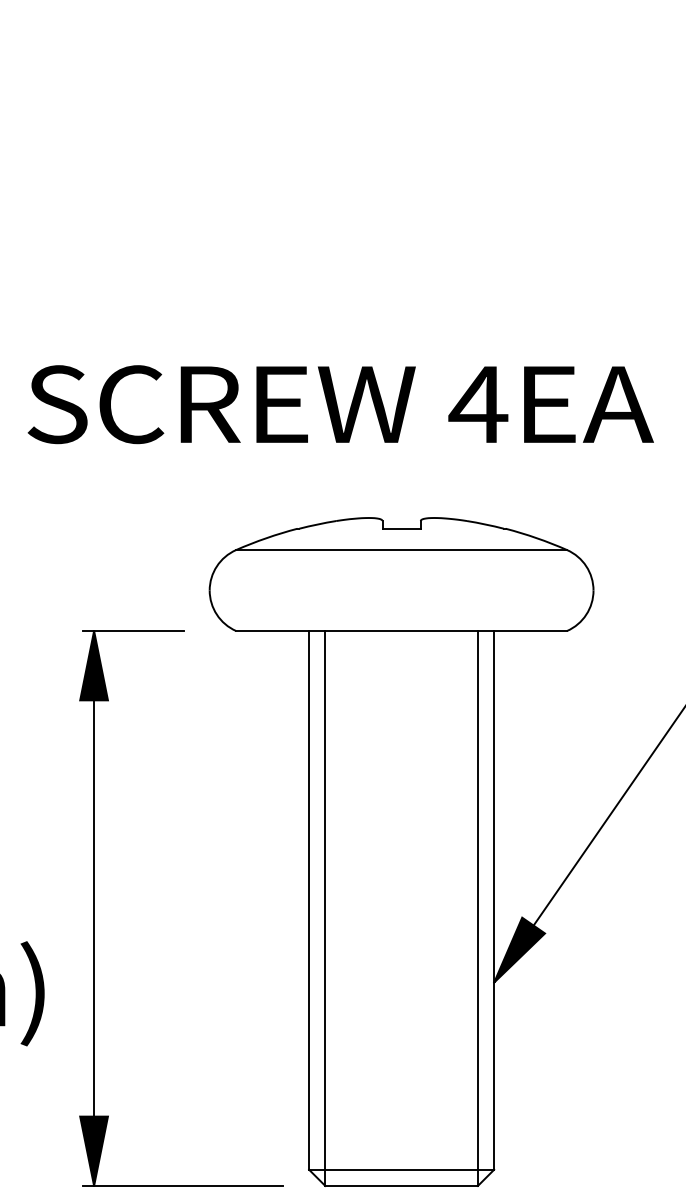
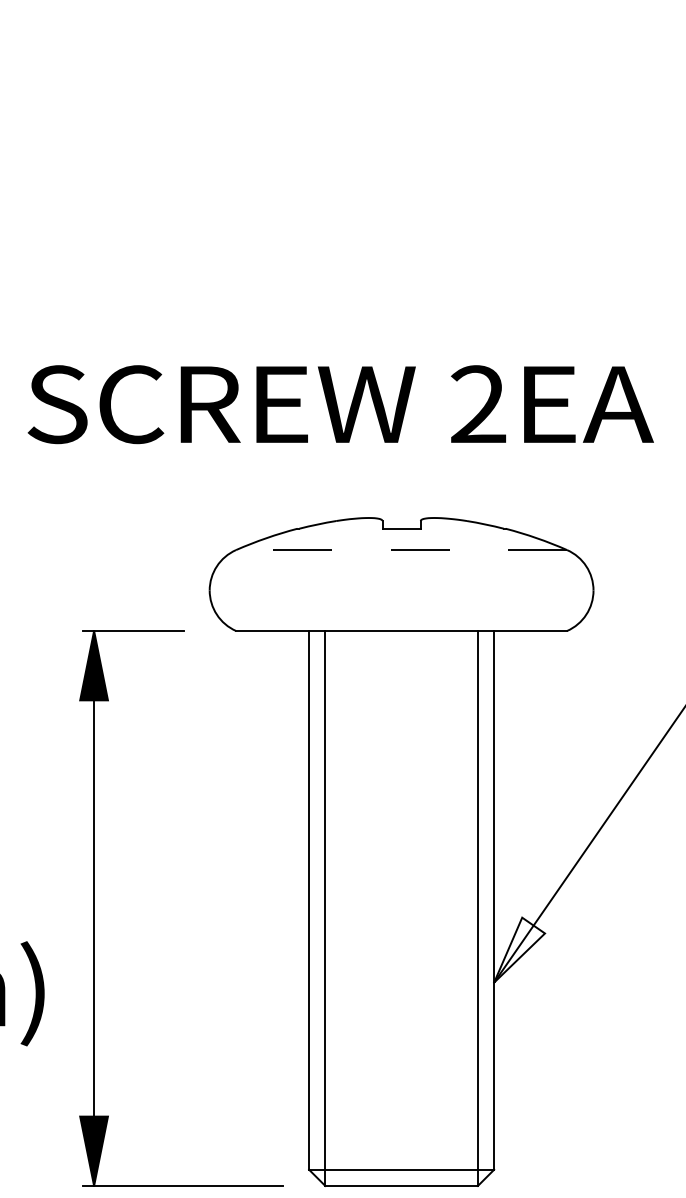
text at (478, 403): 4EA -> 2EA
line at (401, 550): solid -> dashed
fill at (519, 949): present -> none
